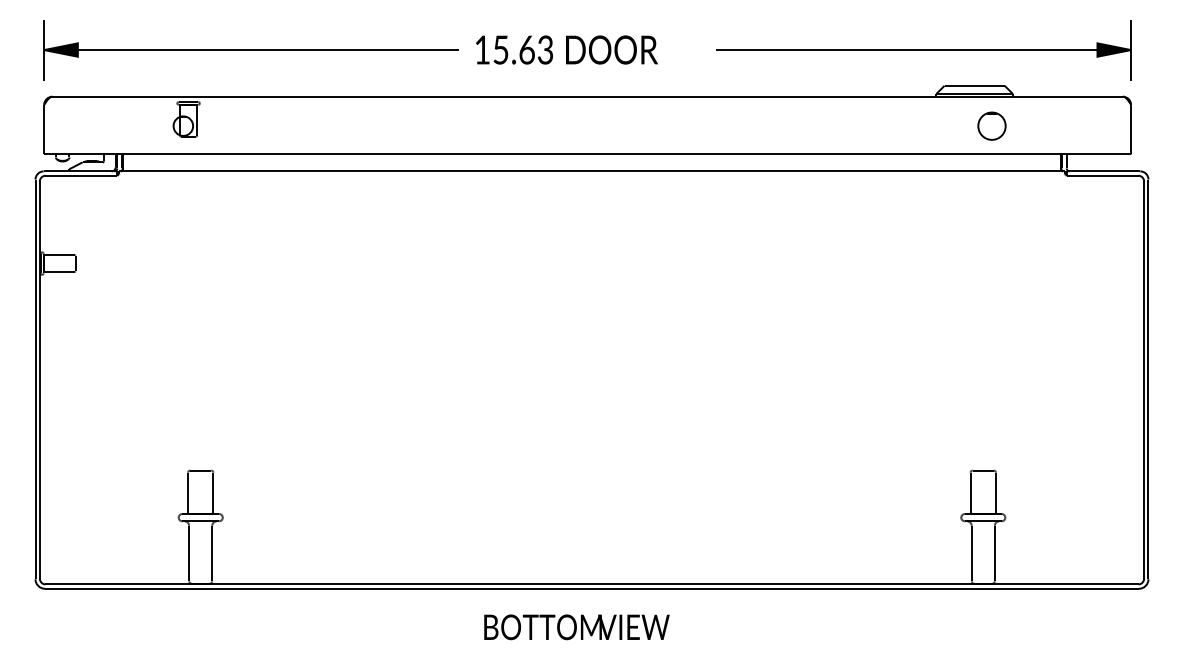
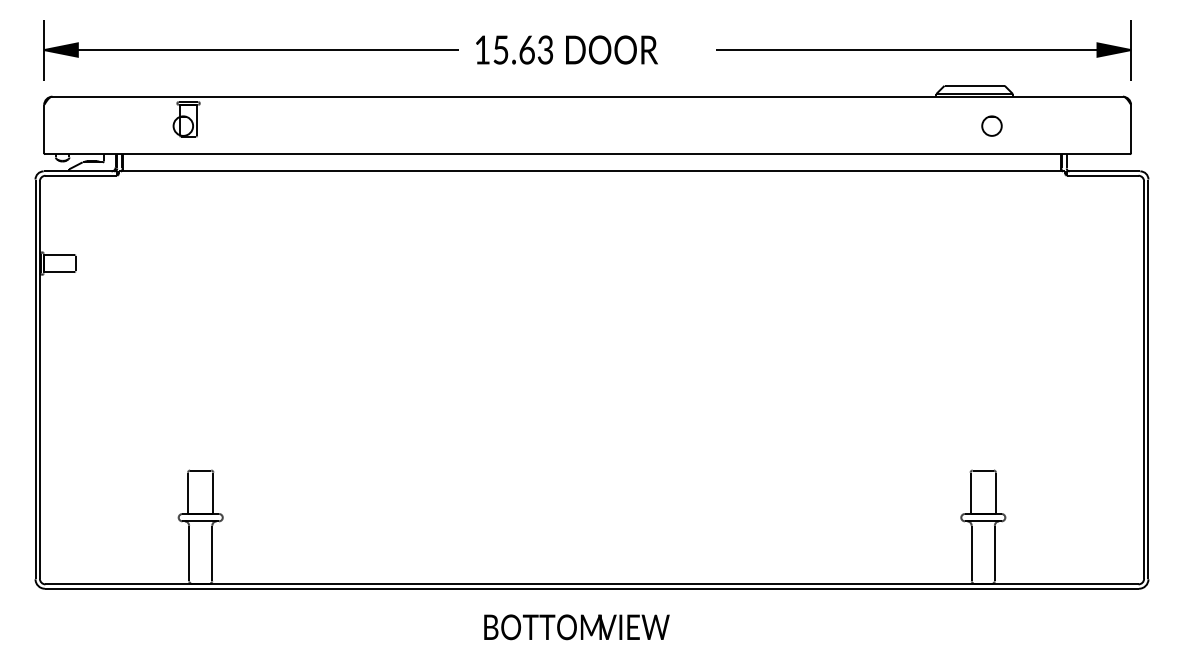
part at (991, 125) size: 30x30 px -> 22x22 px
